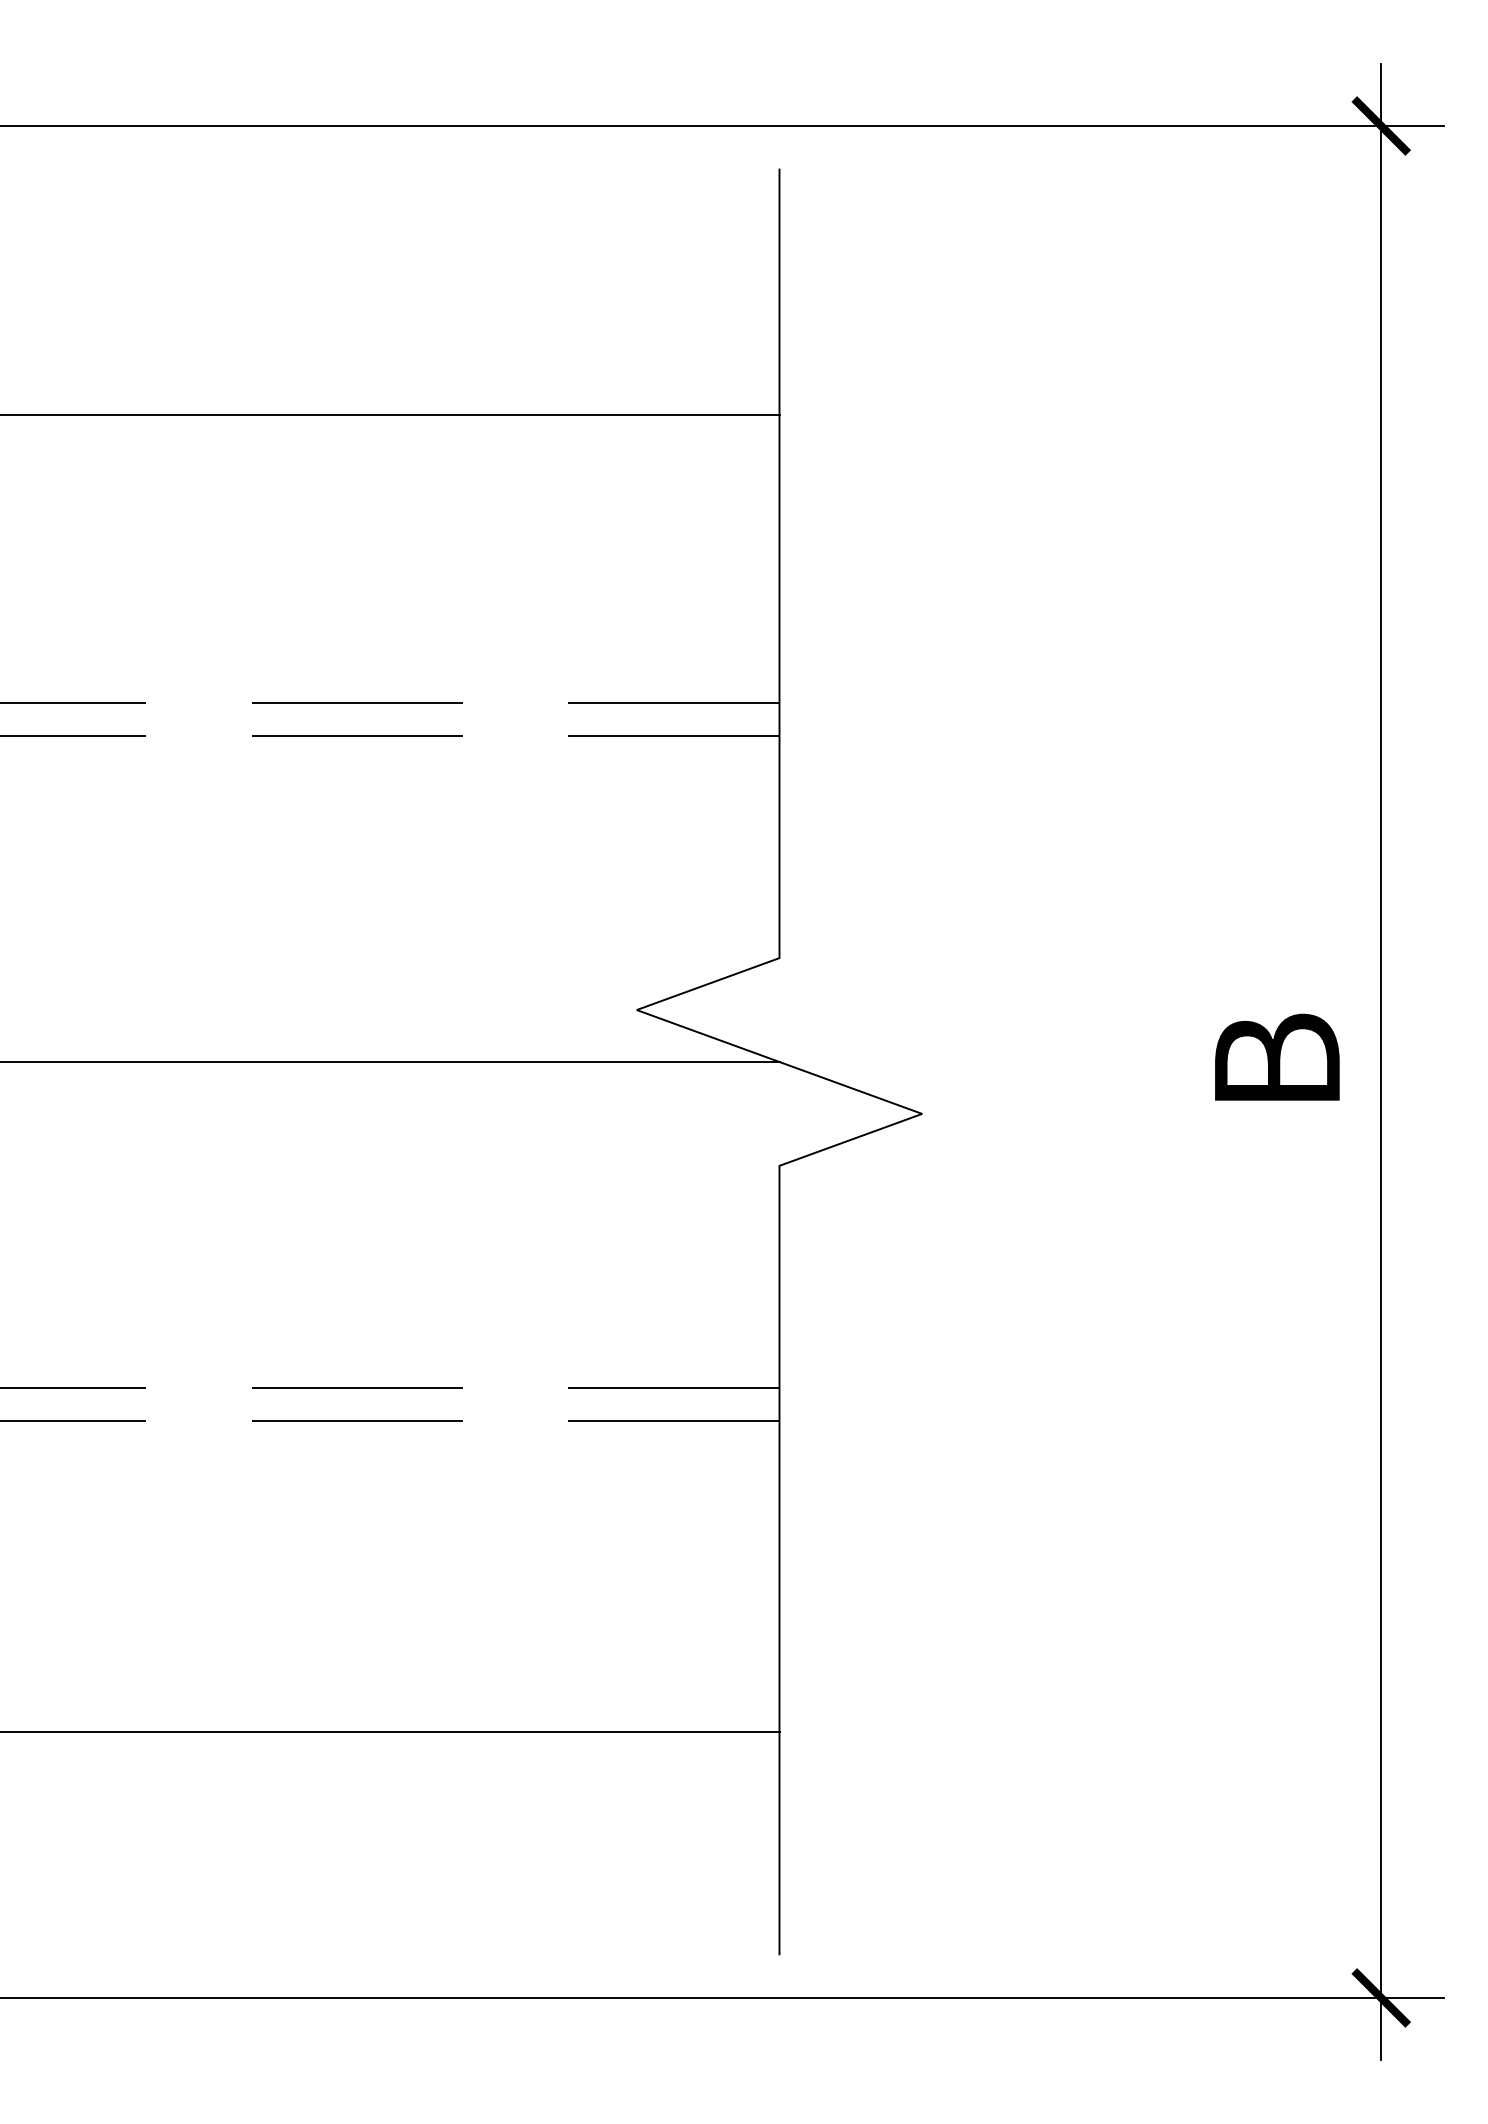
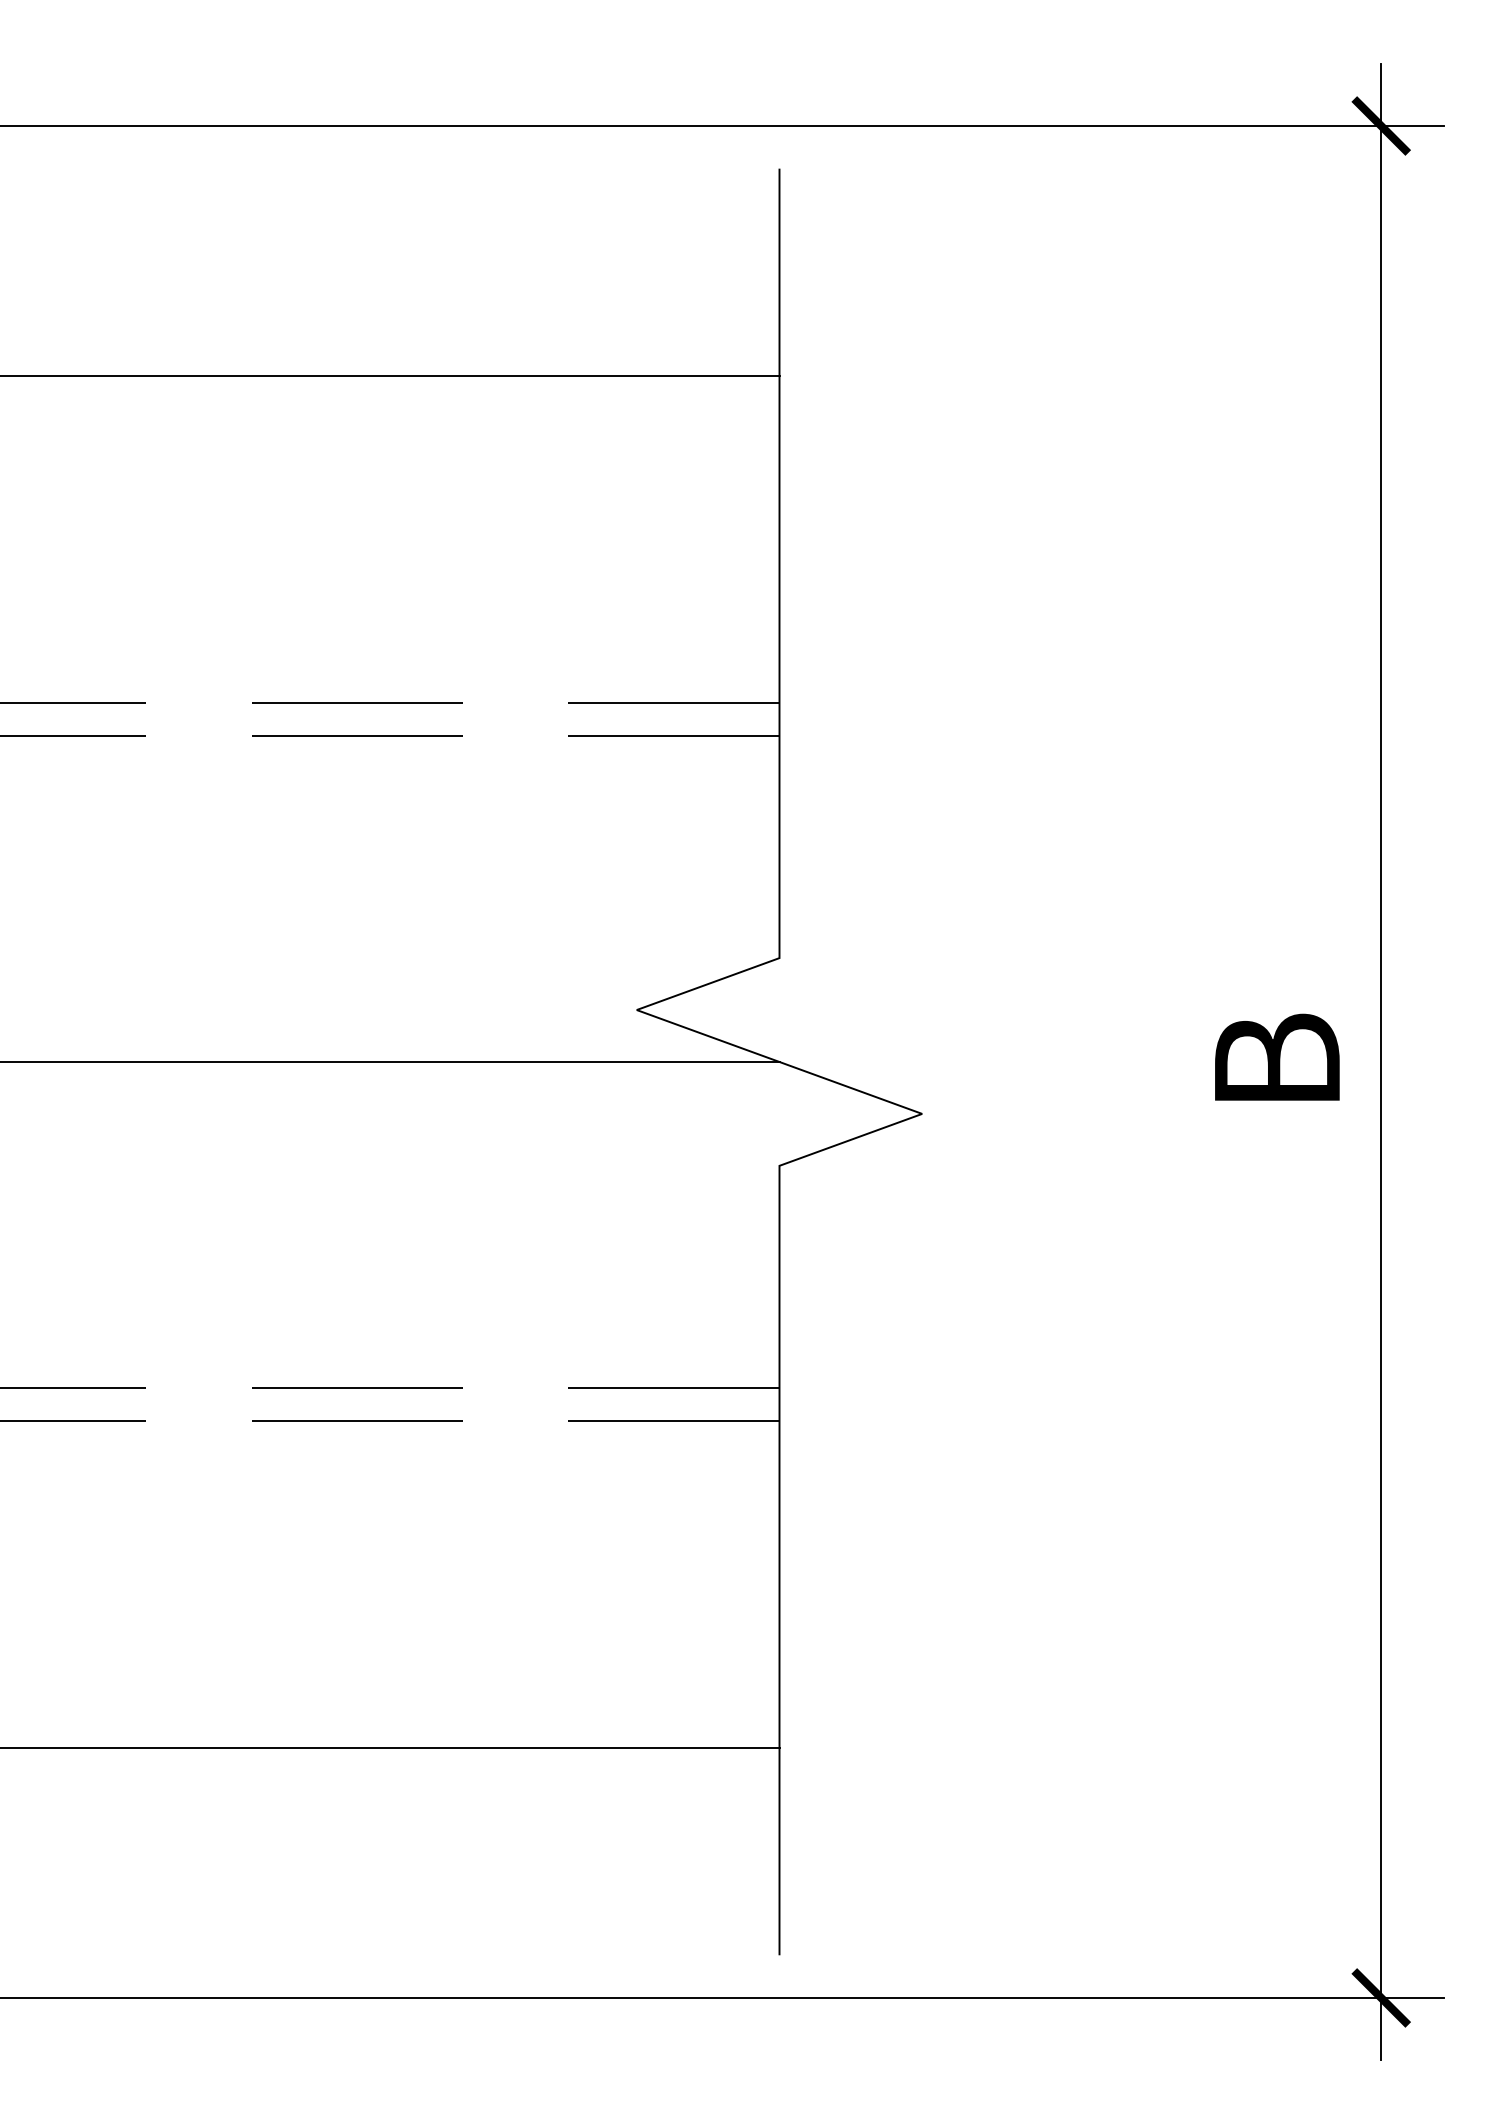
line at (390, 415) position: (390, 415) -> (390, 376)
line at (390, 1731) position: (390, 1731) -> (390, 1747)
